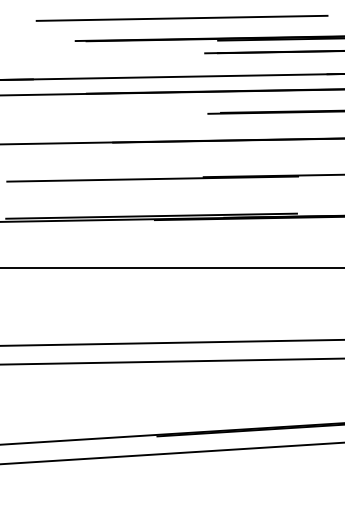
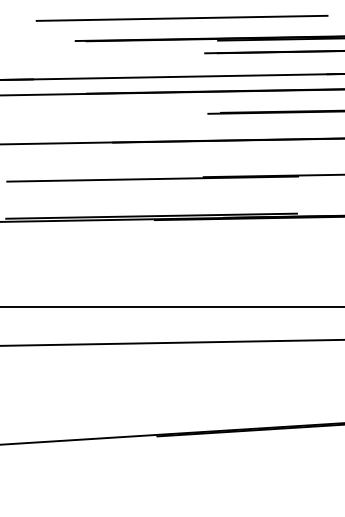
line at (171, 267) position: (171, 267) -> (171, 306)
line at (171, 361): present -> none
line at (171, 453): present -> none
